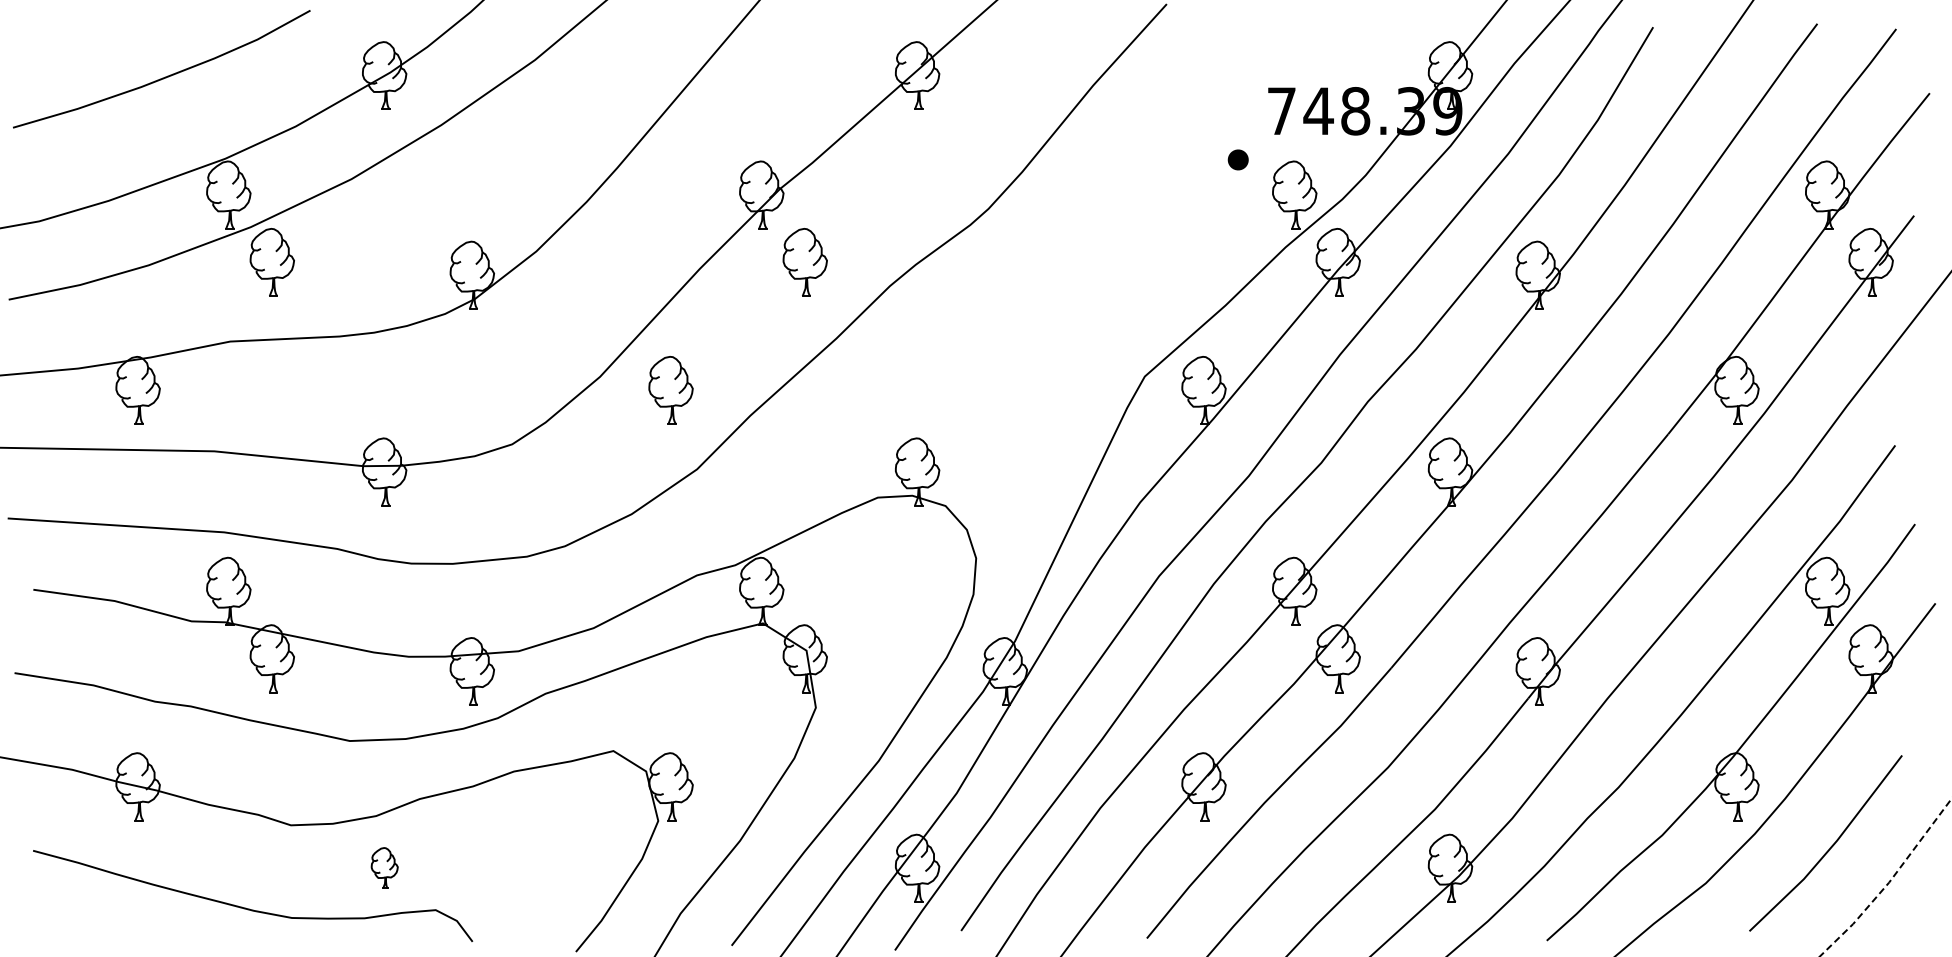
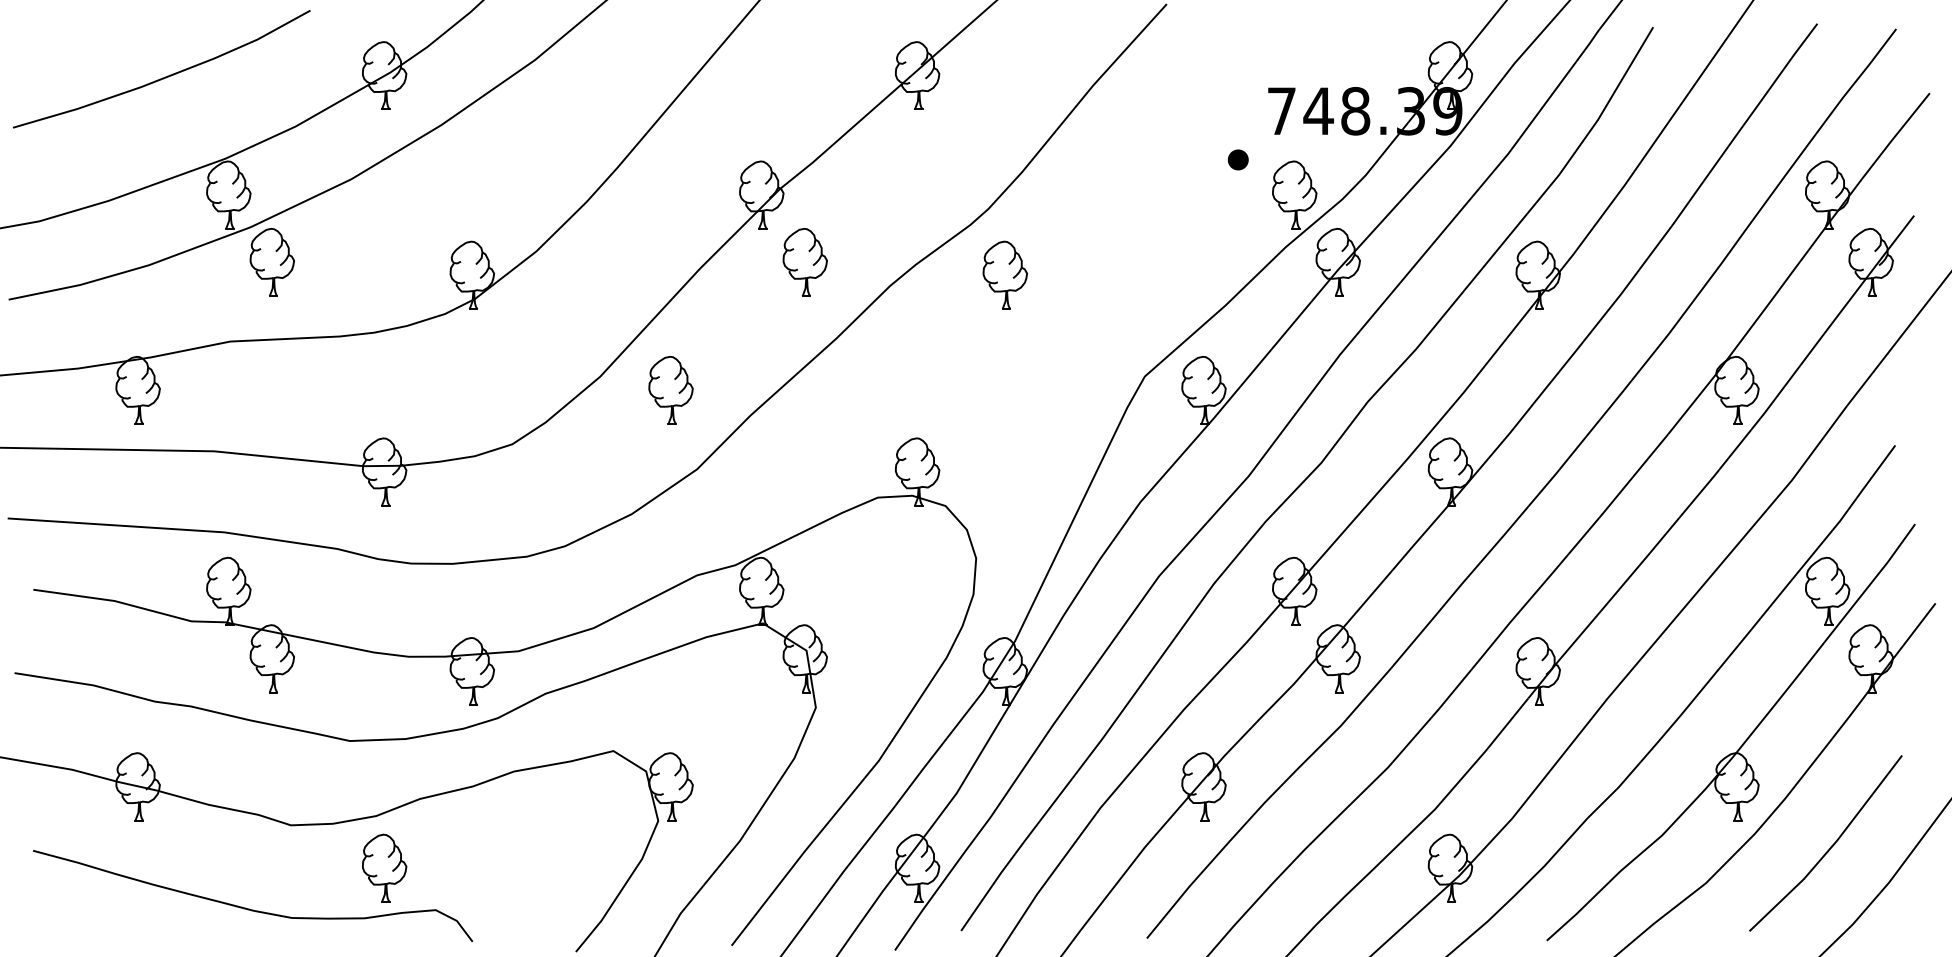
part at (1004, 274): none -> present
part at (384, 867) size: 29x42 px -> 46x70 px
line at (1889, 882): dashed -> solid
